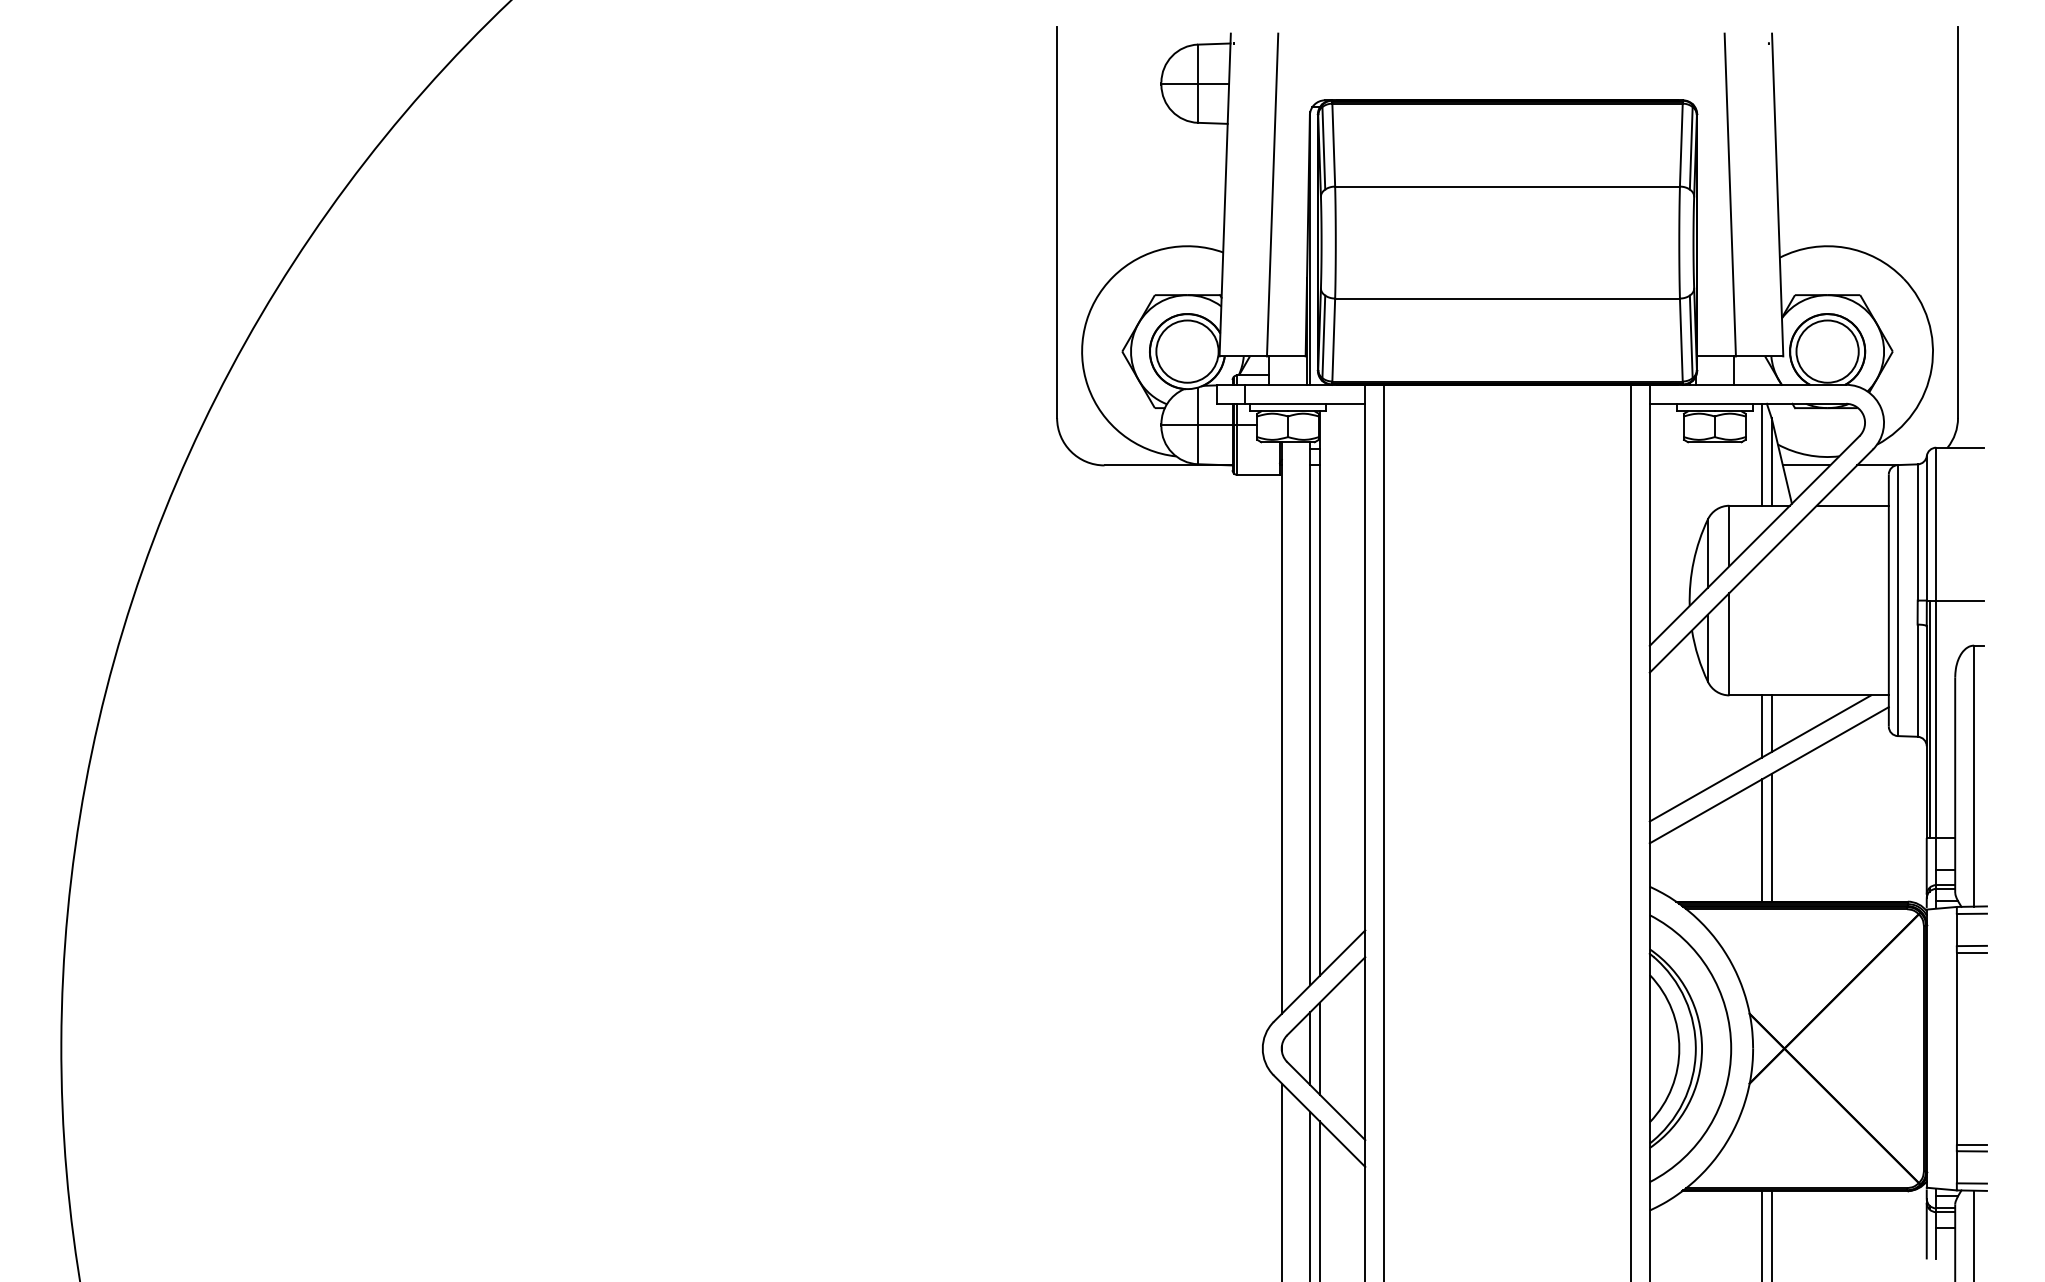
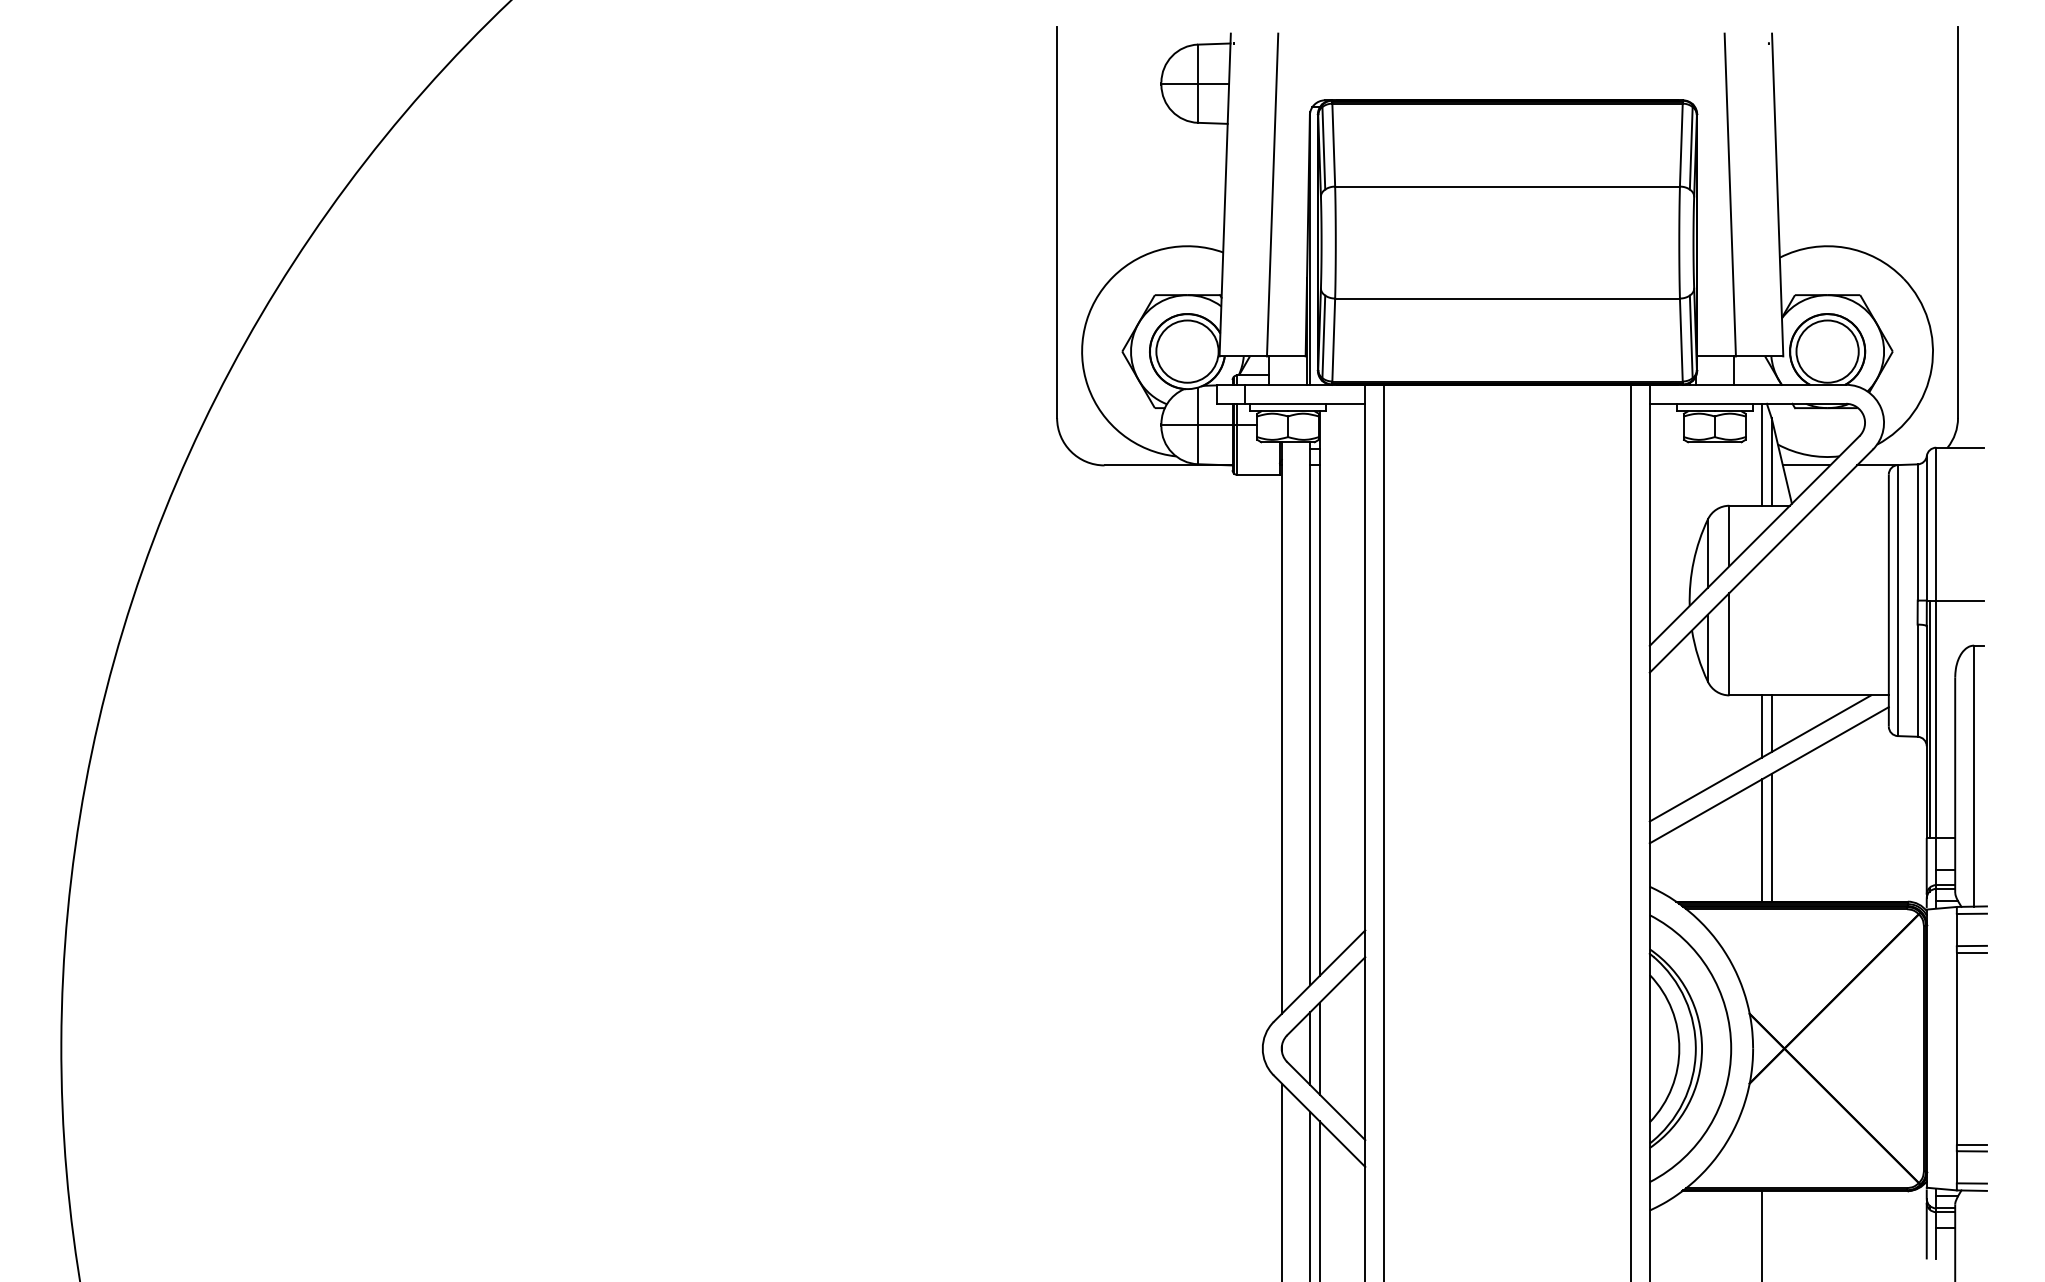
line at (1852, 505): present -> none
line at (1771, 1234): present -> none
line at (1974, 1234): present -> none
